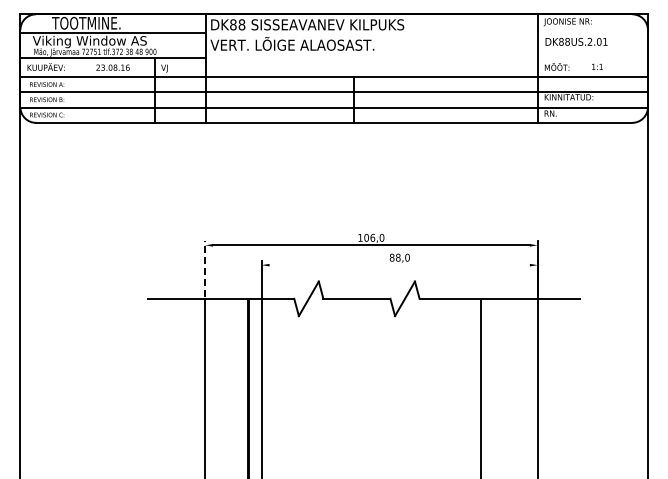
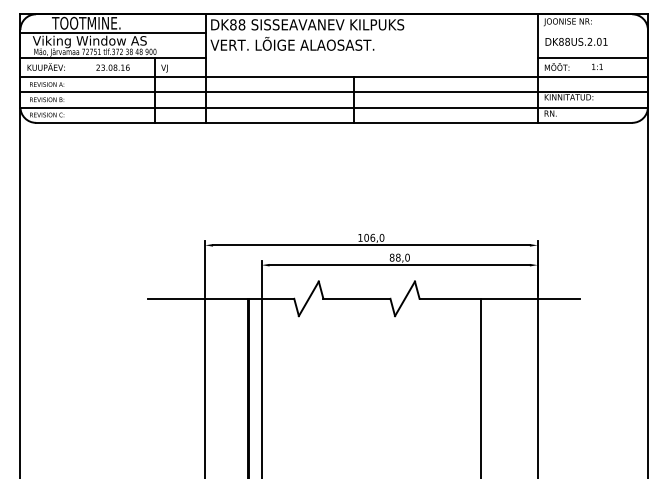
line at (592, 58): none -> present
line at (399, 265): none -> present
line at (205, 269): dashed -> solid
